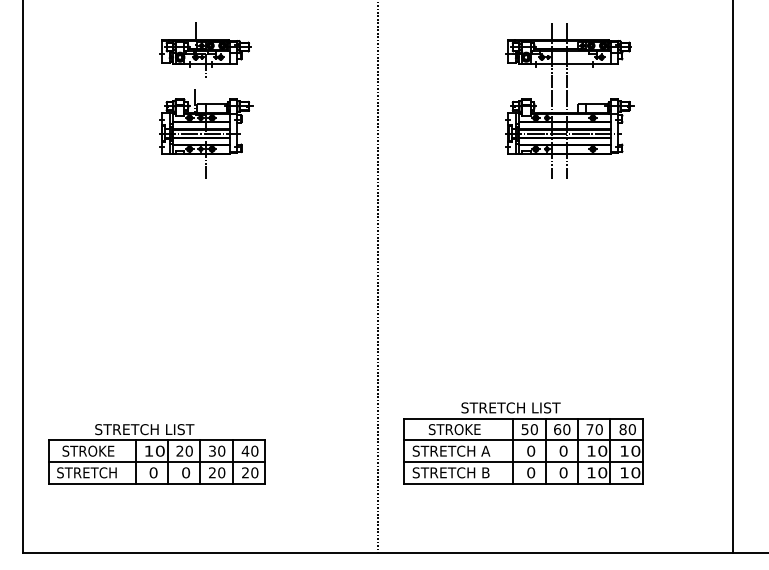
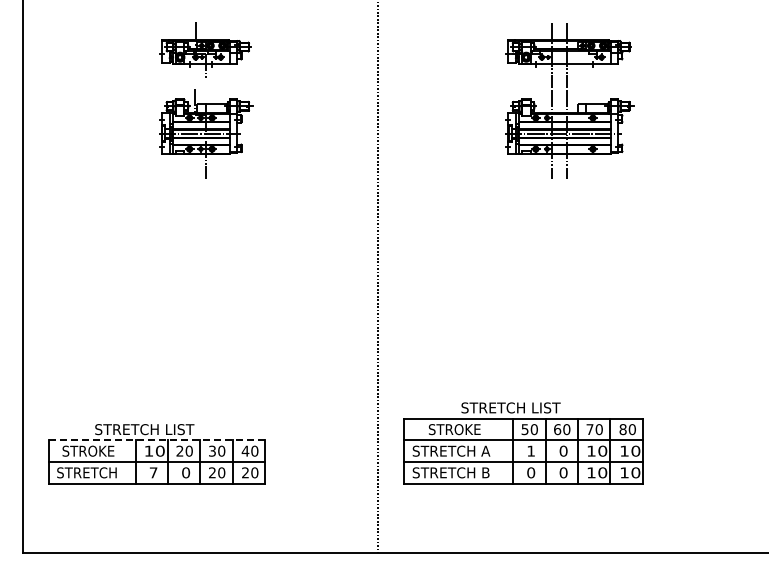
line at (733, 277): present -> none
line at (157, 440): solid -> dashed
text at (531, 450): 0 -> 1
text at (153, 472): 0 -> 7
